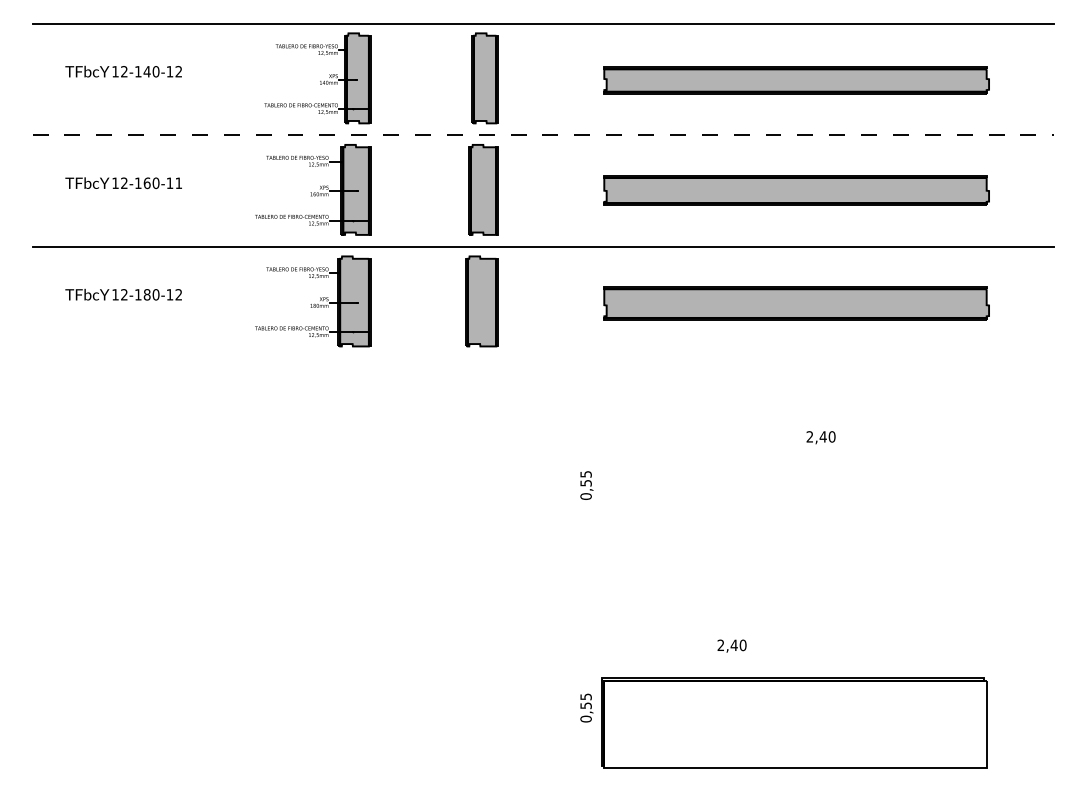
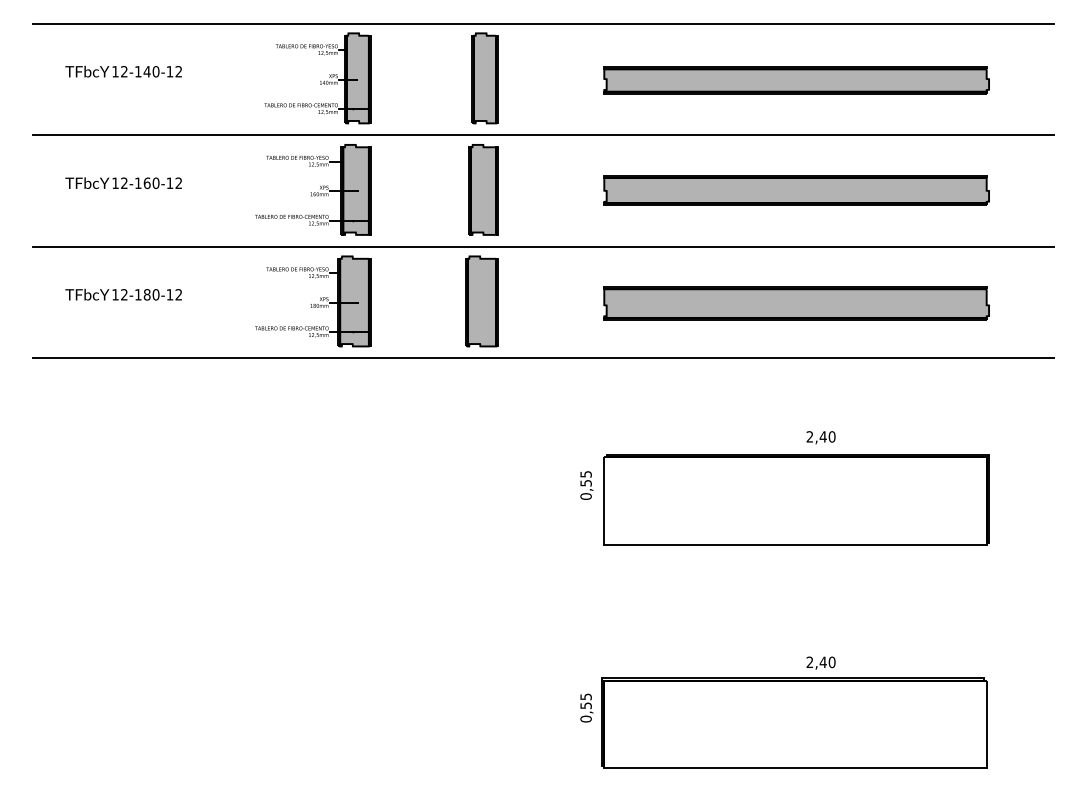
line at (543, 135): dashed -> solid
text at (178, 182): 12-160-11 -> 12-160-12
line at (543, 358): none -> present
part at (796, 499): none -> present
text at (731, 645) position: (731, 645) -> (820, 662)
